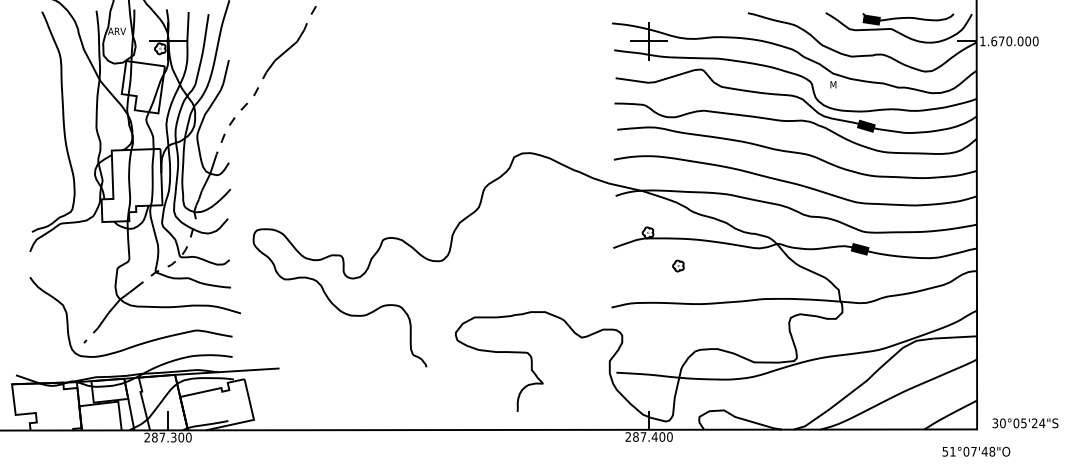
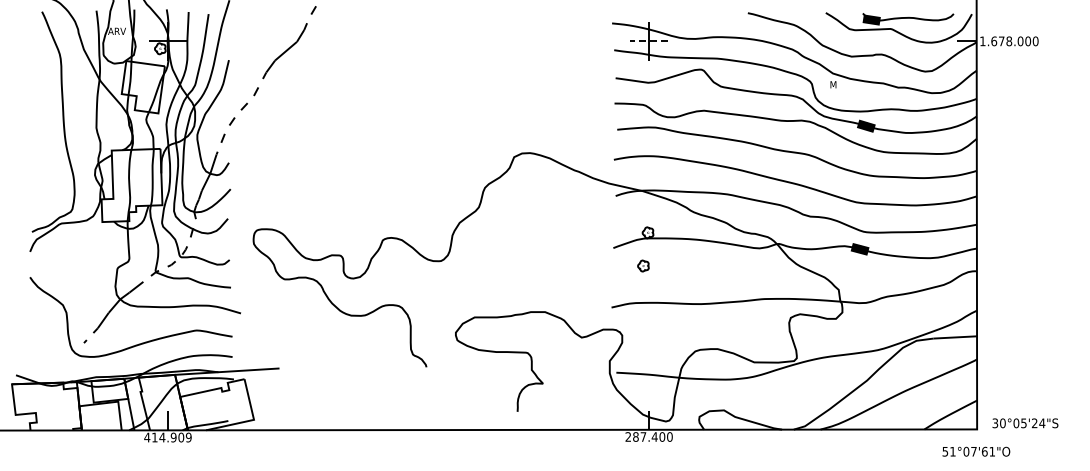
text at (1009, 40): 1.670.000 -> 1.678.000
line at (648, 41): solid -> dashed
part at (678, 265) position: (678, 265) -> (643, 265)
text at (167, 437): 287.300 -> 414.909
text at (988, 451): 51°07'48"O -> 51°07'61"O
